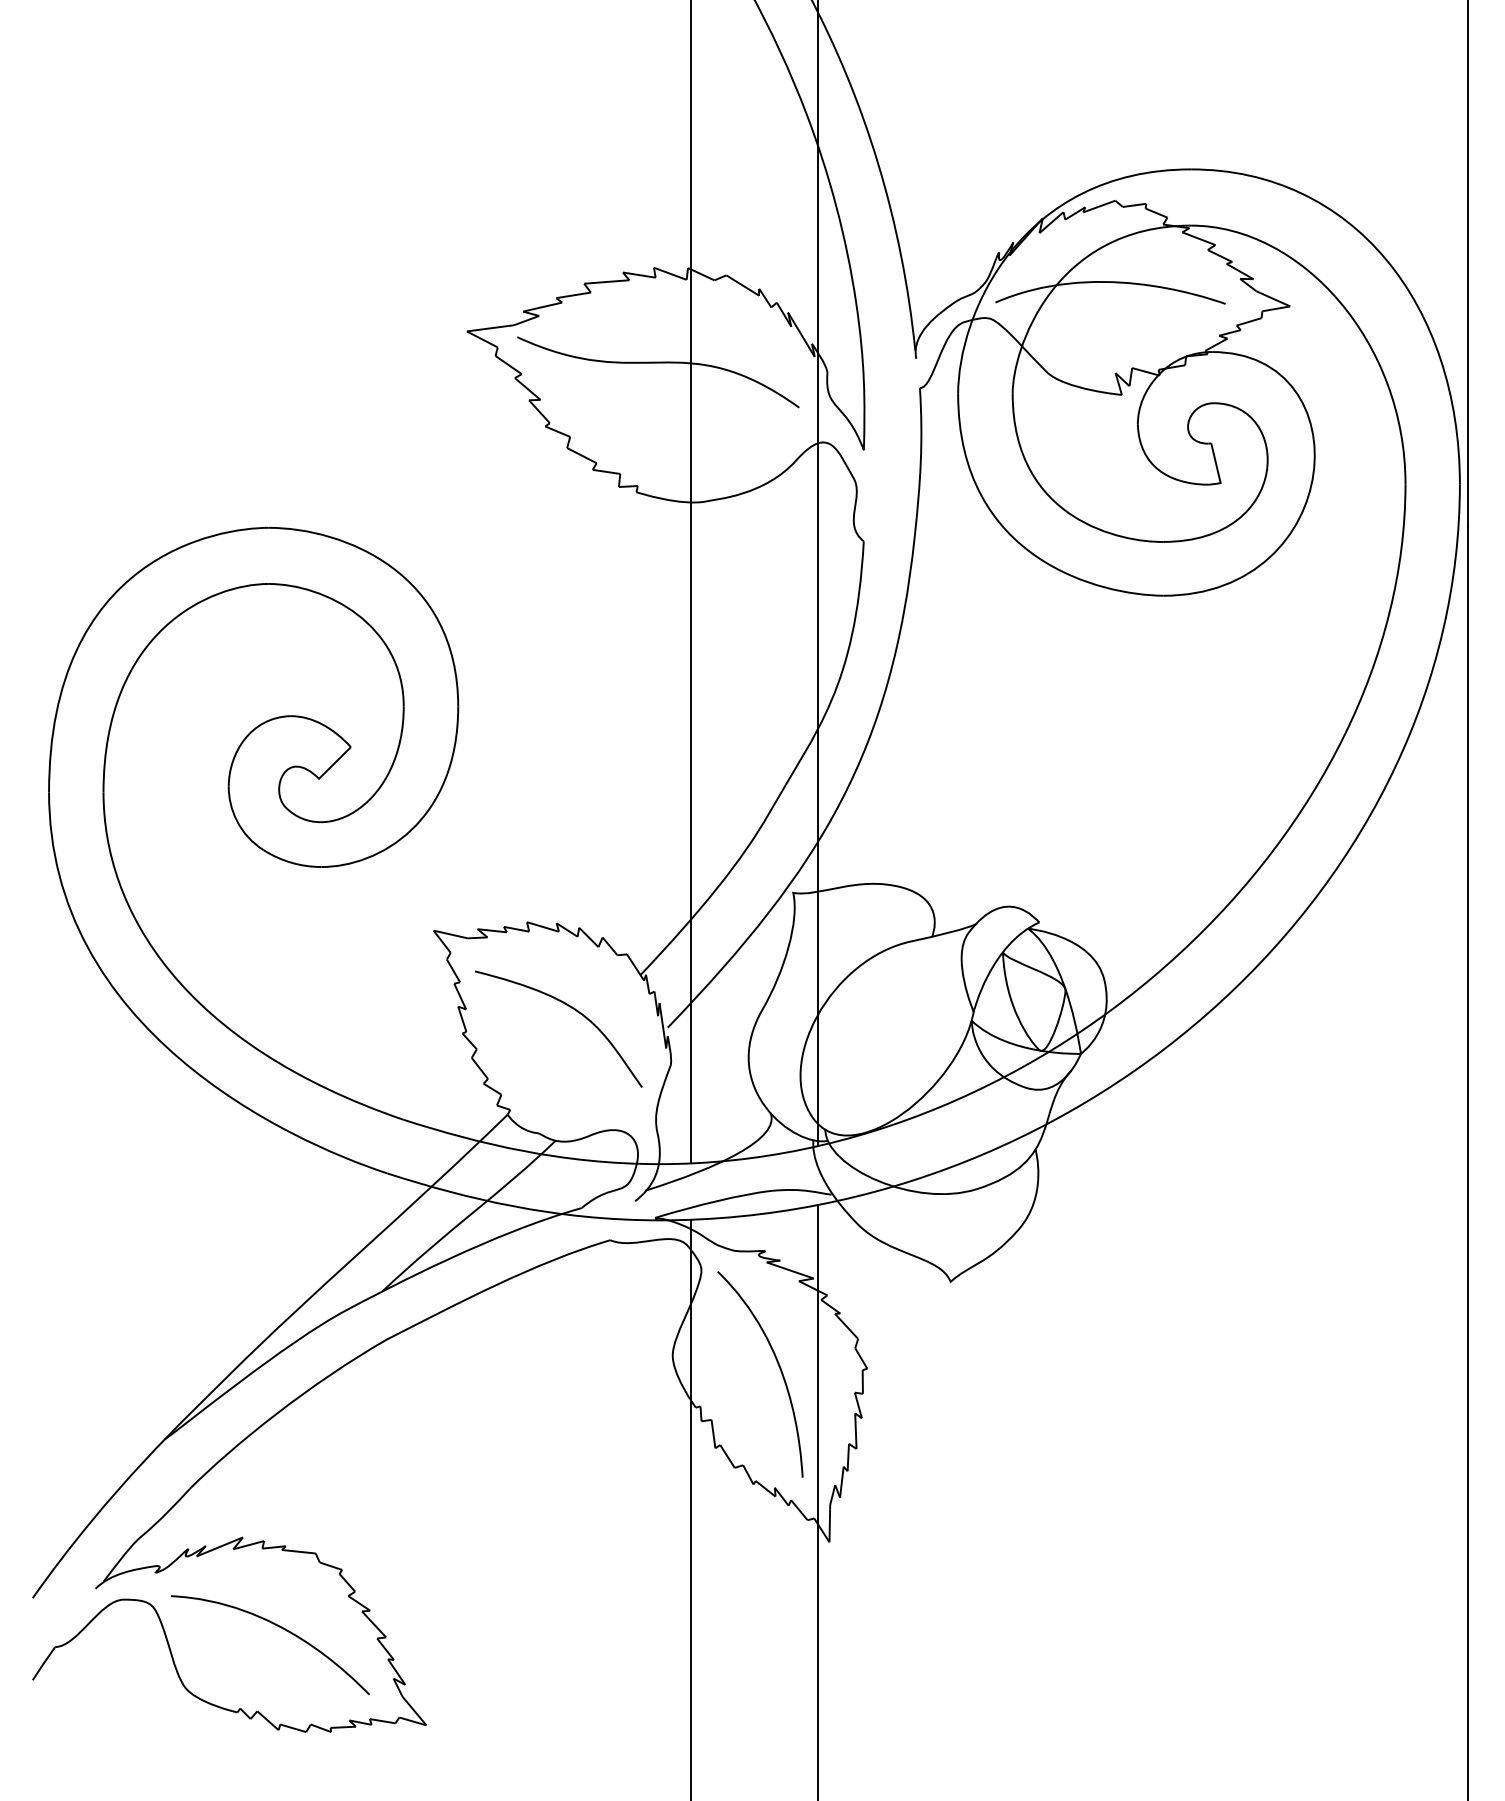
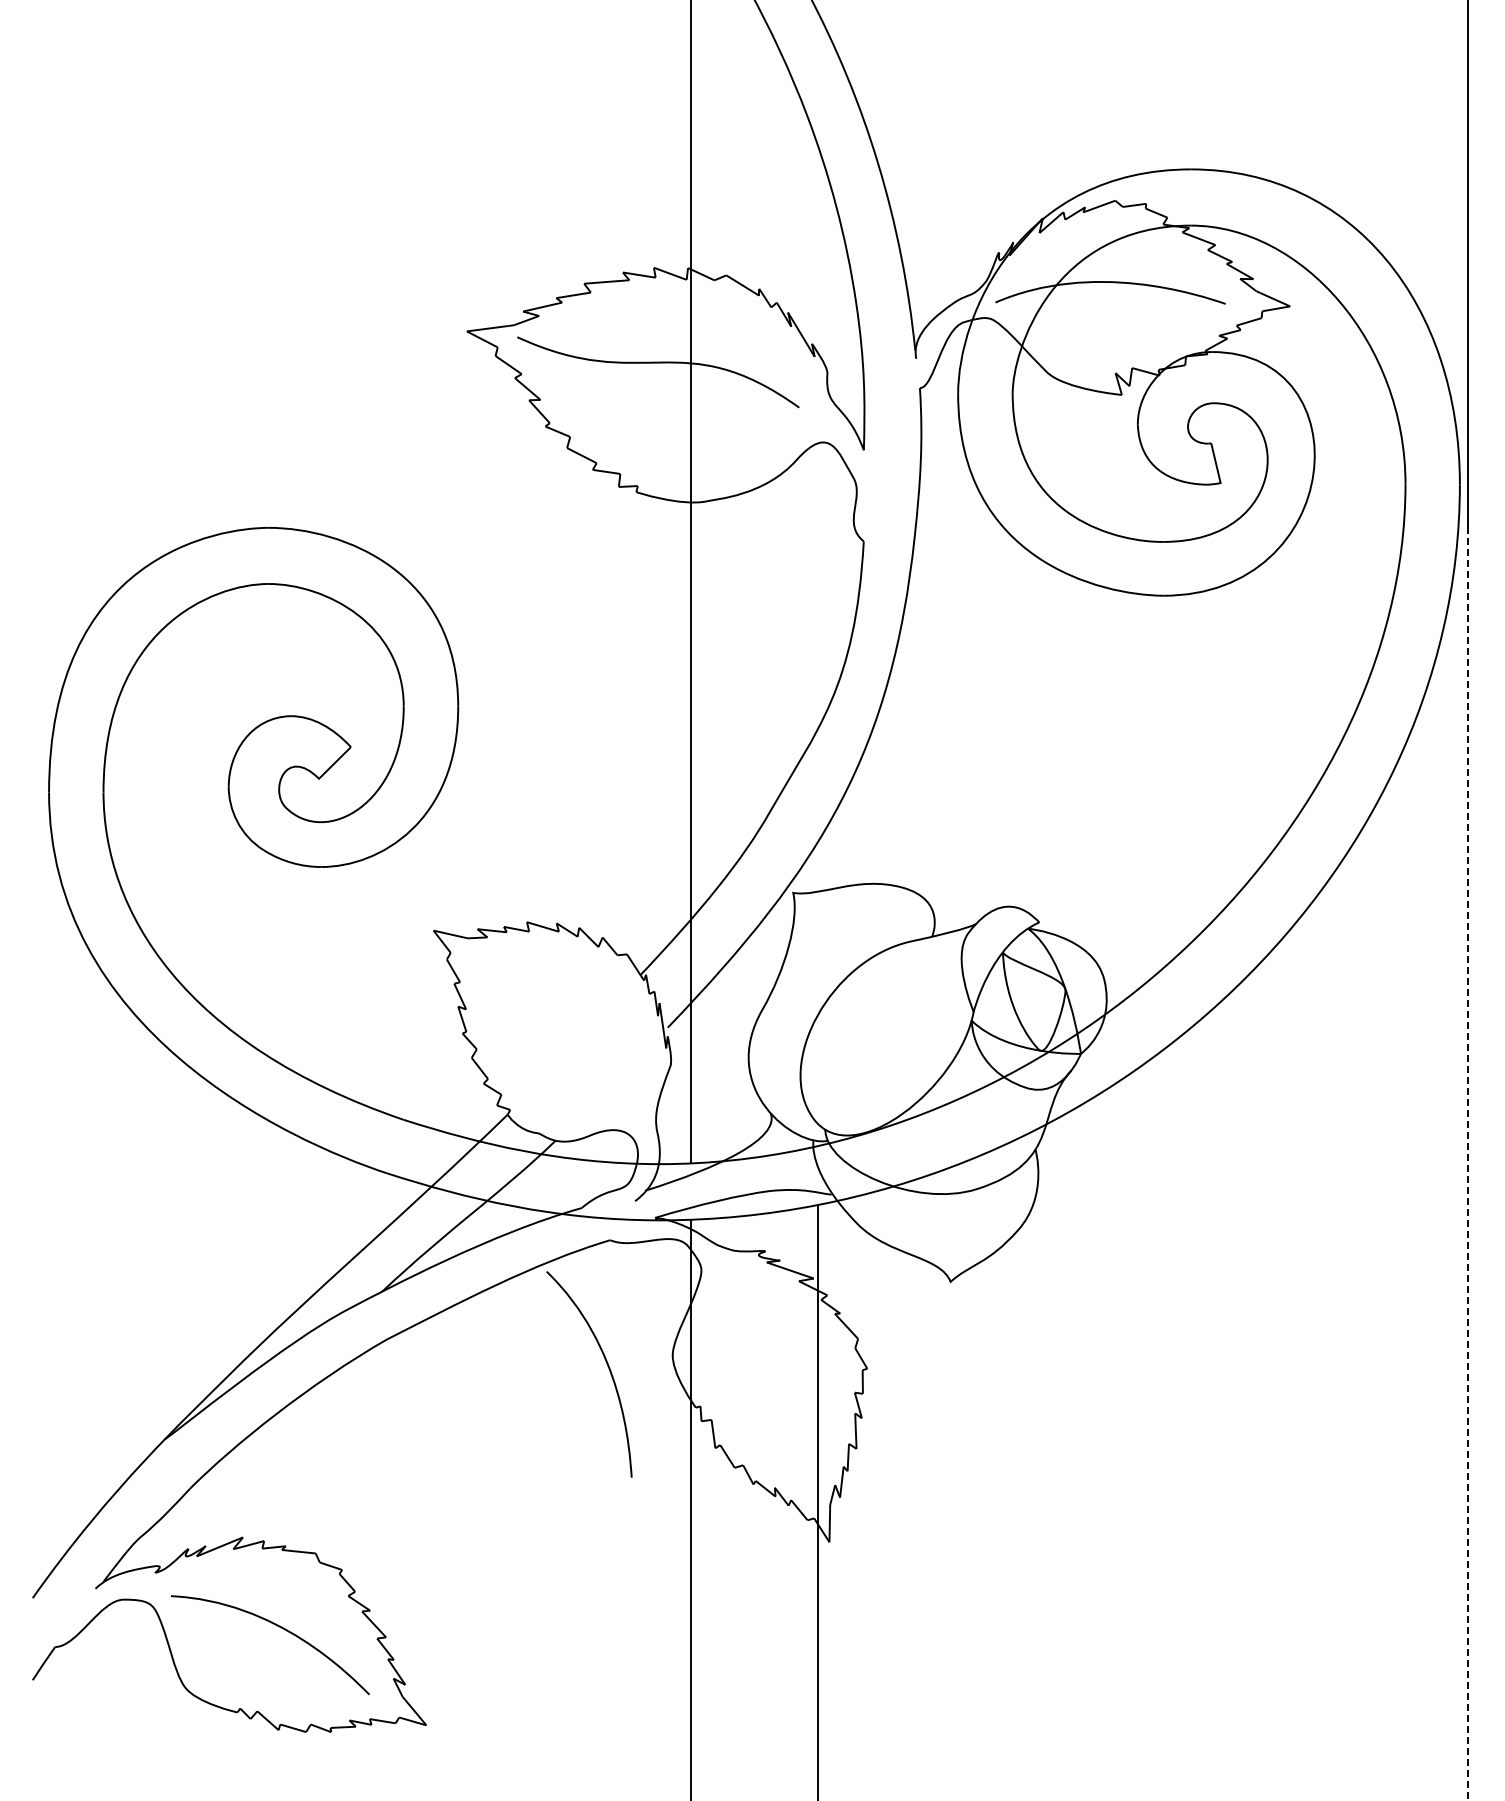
line at (818, 573): present -> none
curve at (569, 1007): present -> none
line at (1467, 1163): solid -> dashed
curve at (779, 1369) position: (779, 1369) -> (608, 1369)
